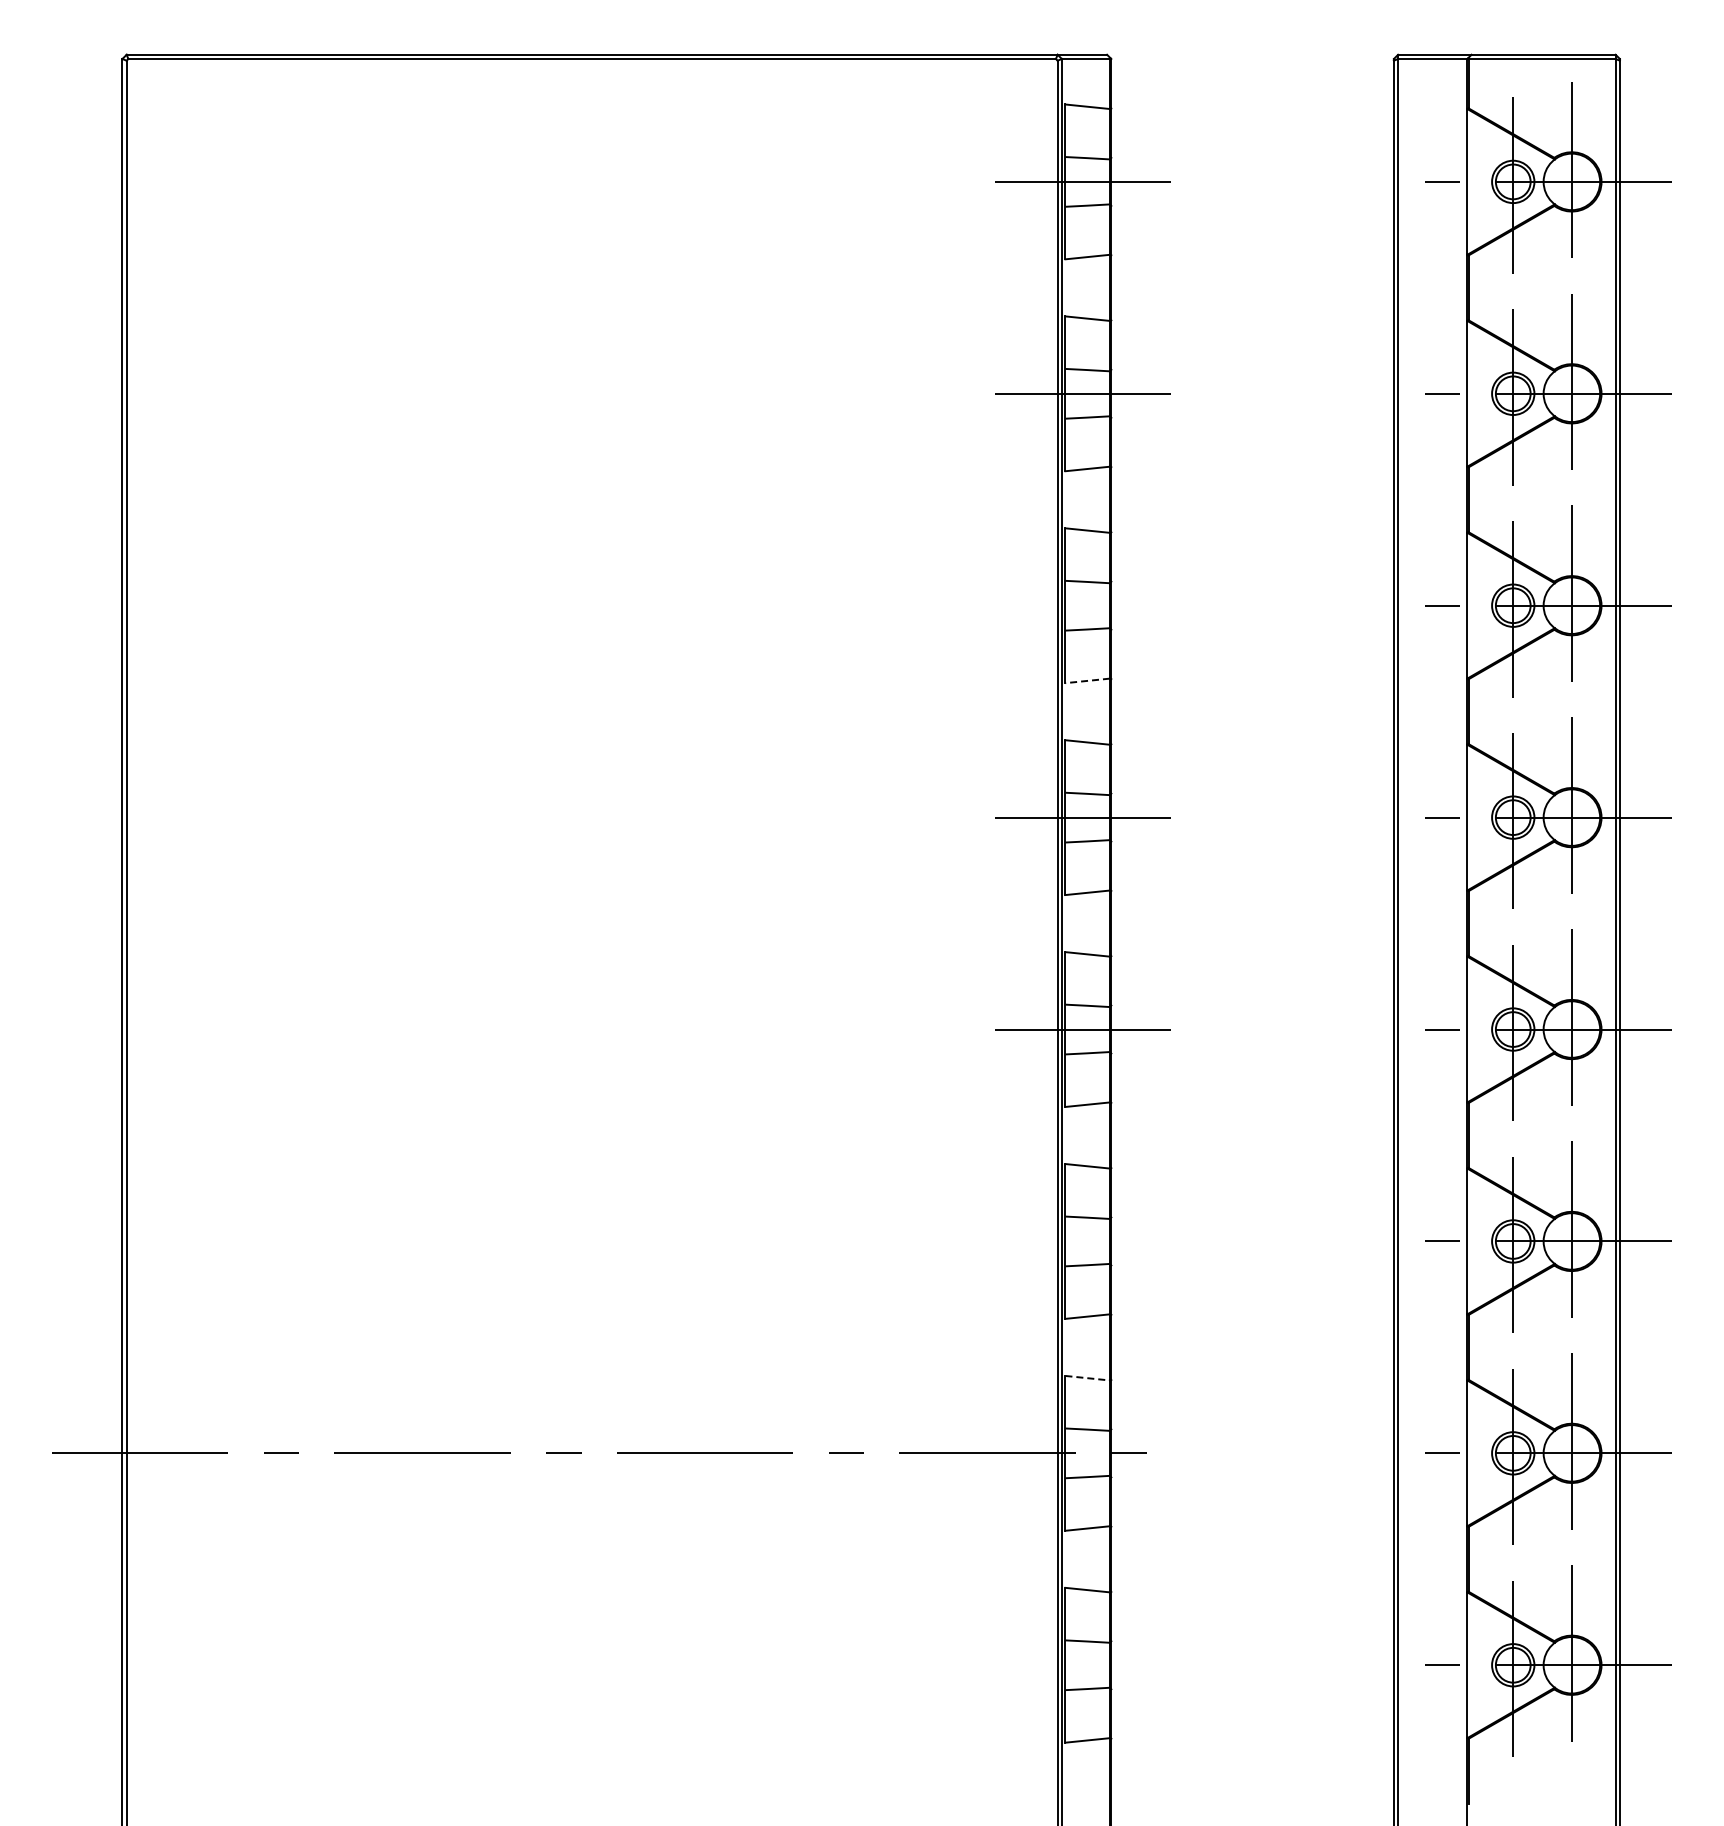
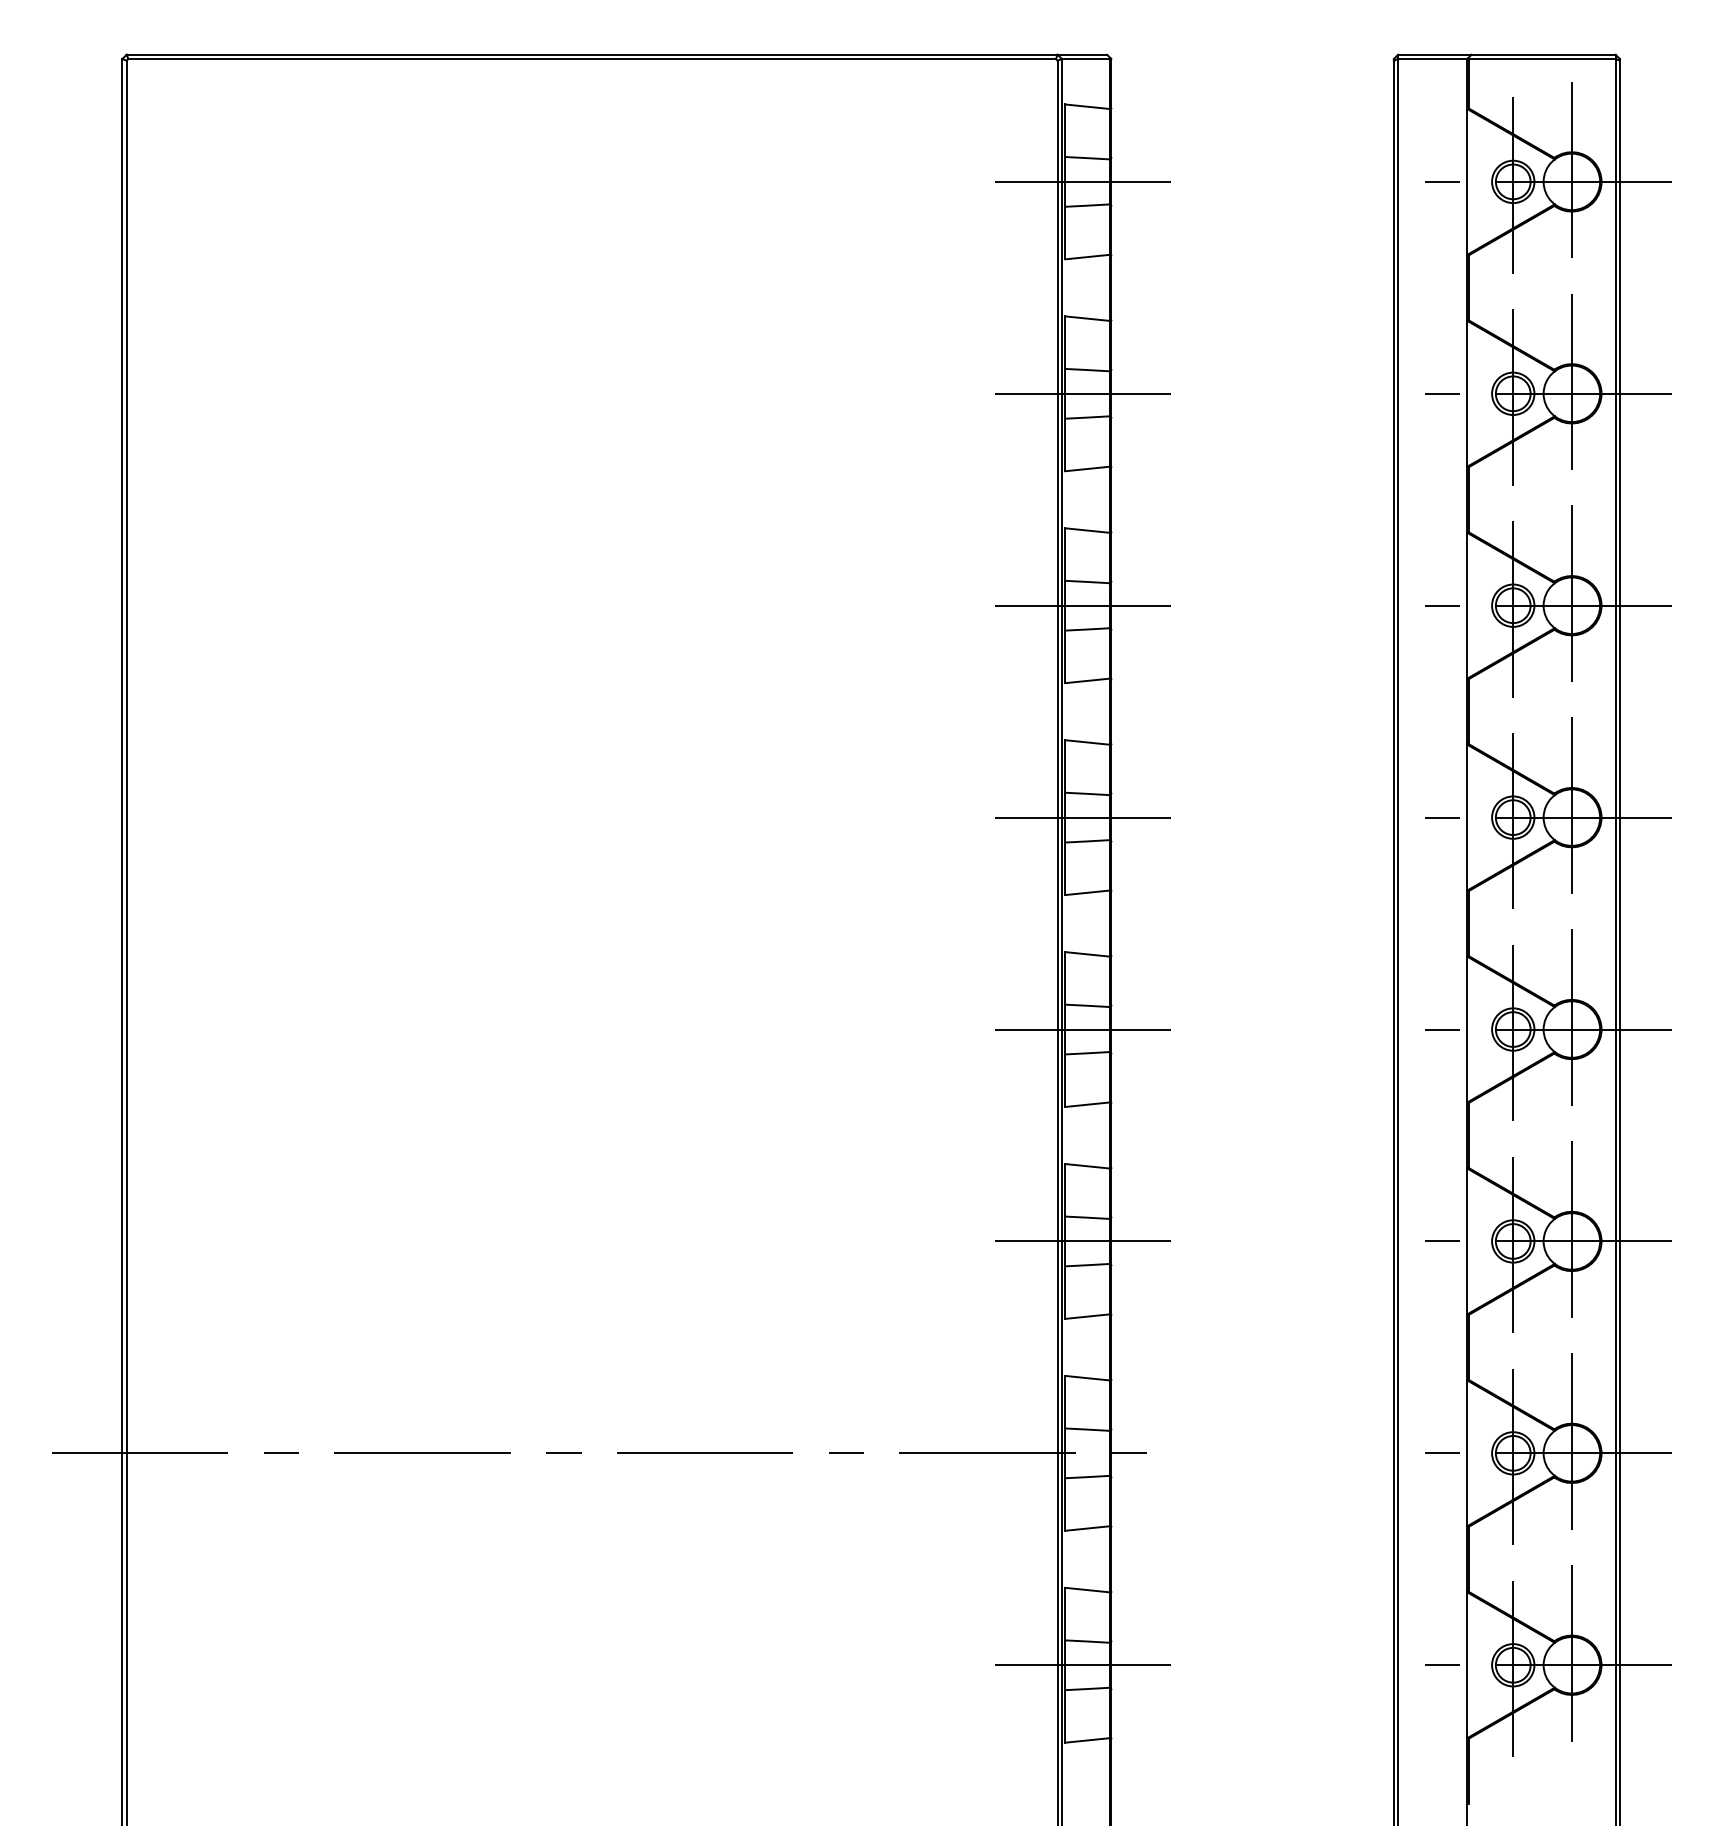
line at (1087, 605): none -> present
line at (1087, 680): dashed -> solid
line at (1087, 1241): none -> present
line at (1088, 1378): dashed -> solid
line at (1087, 1665): none -> present
